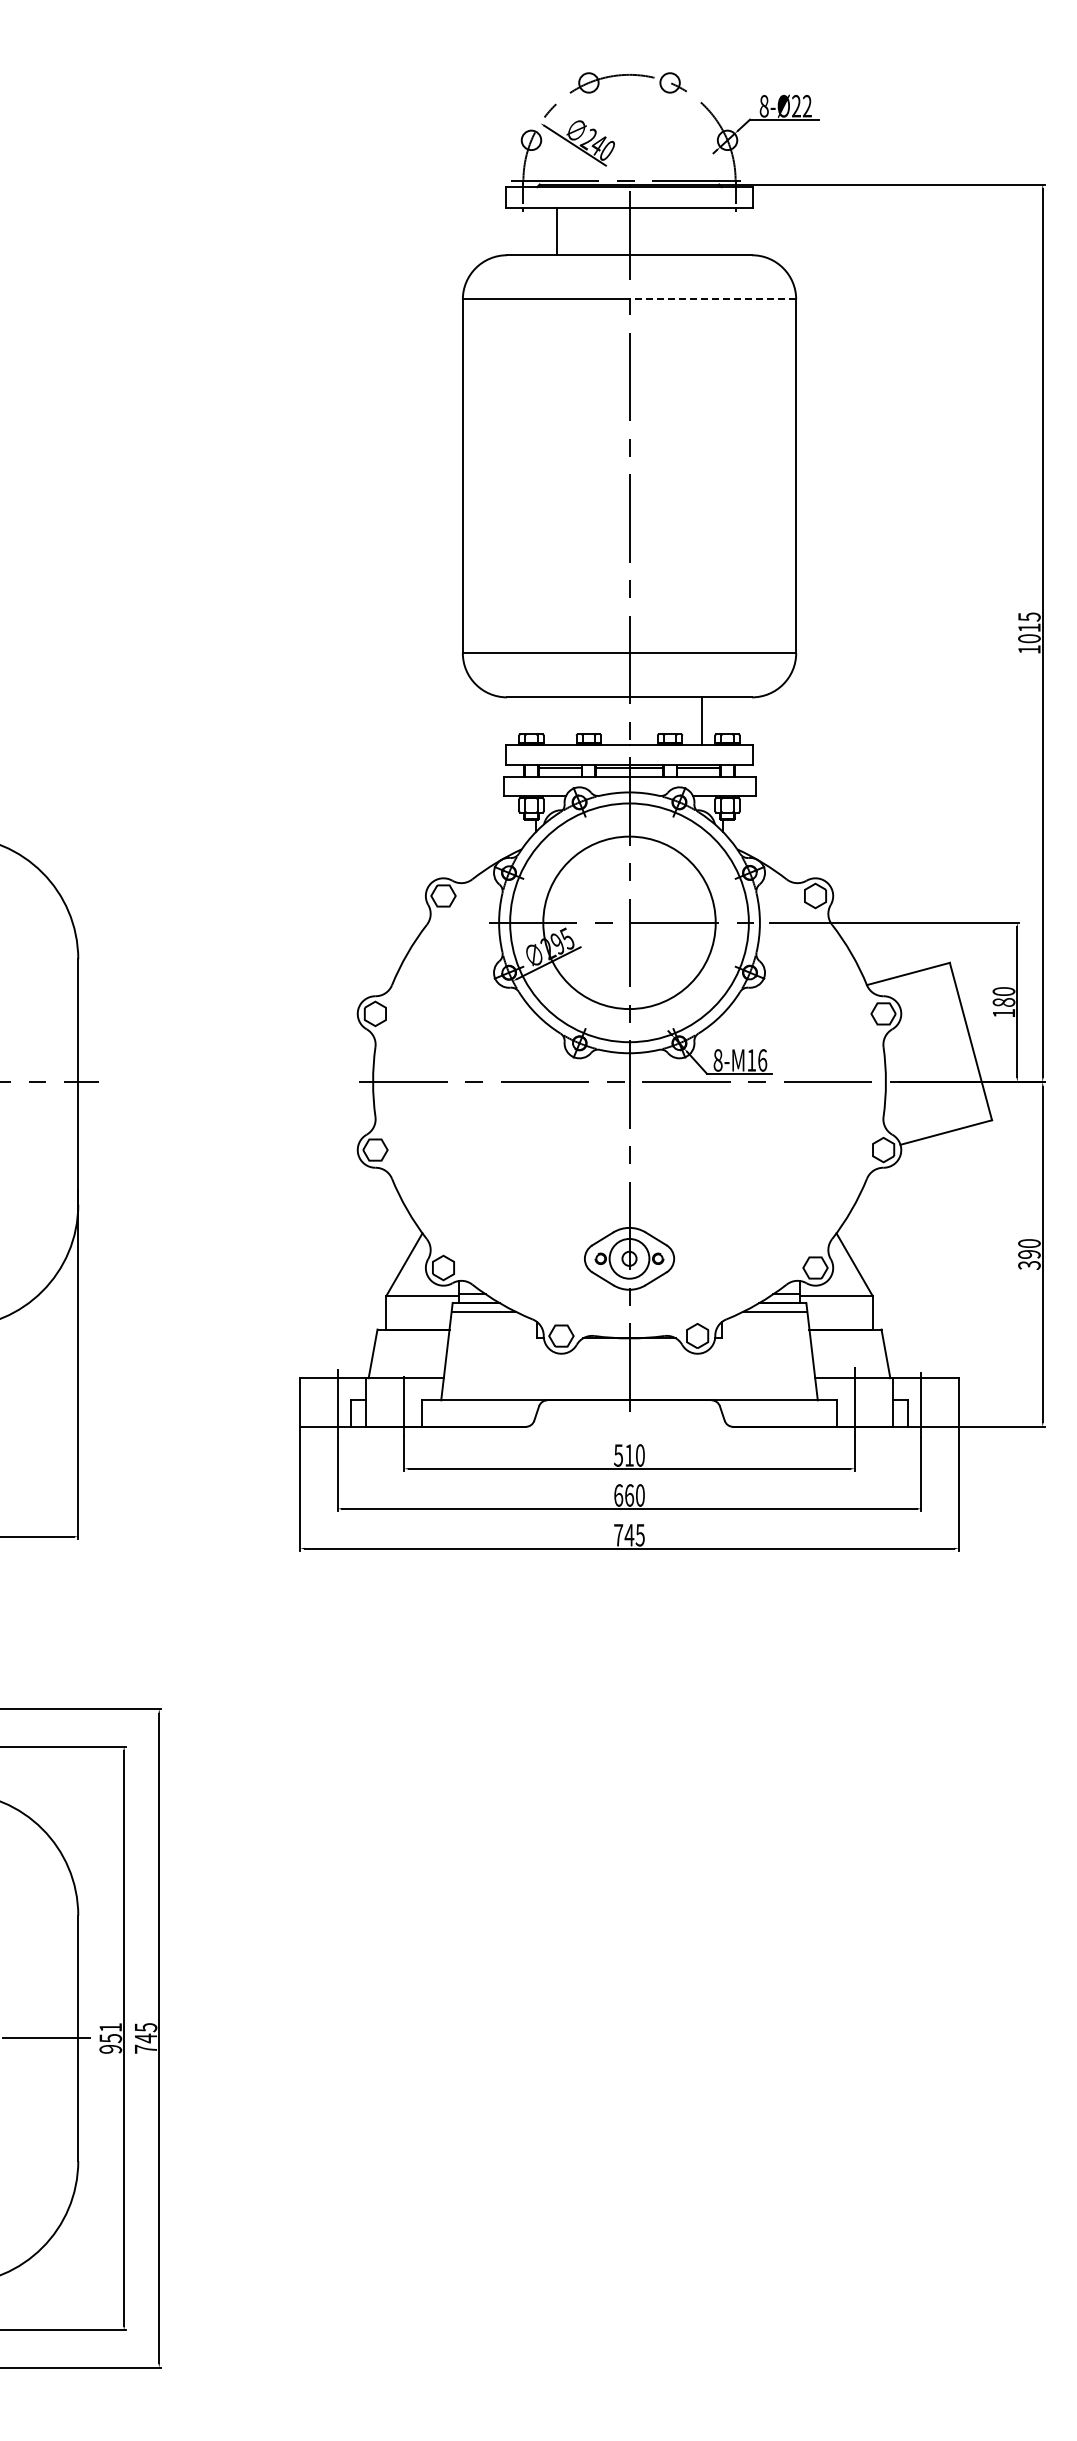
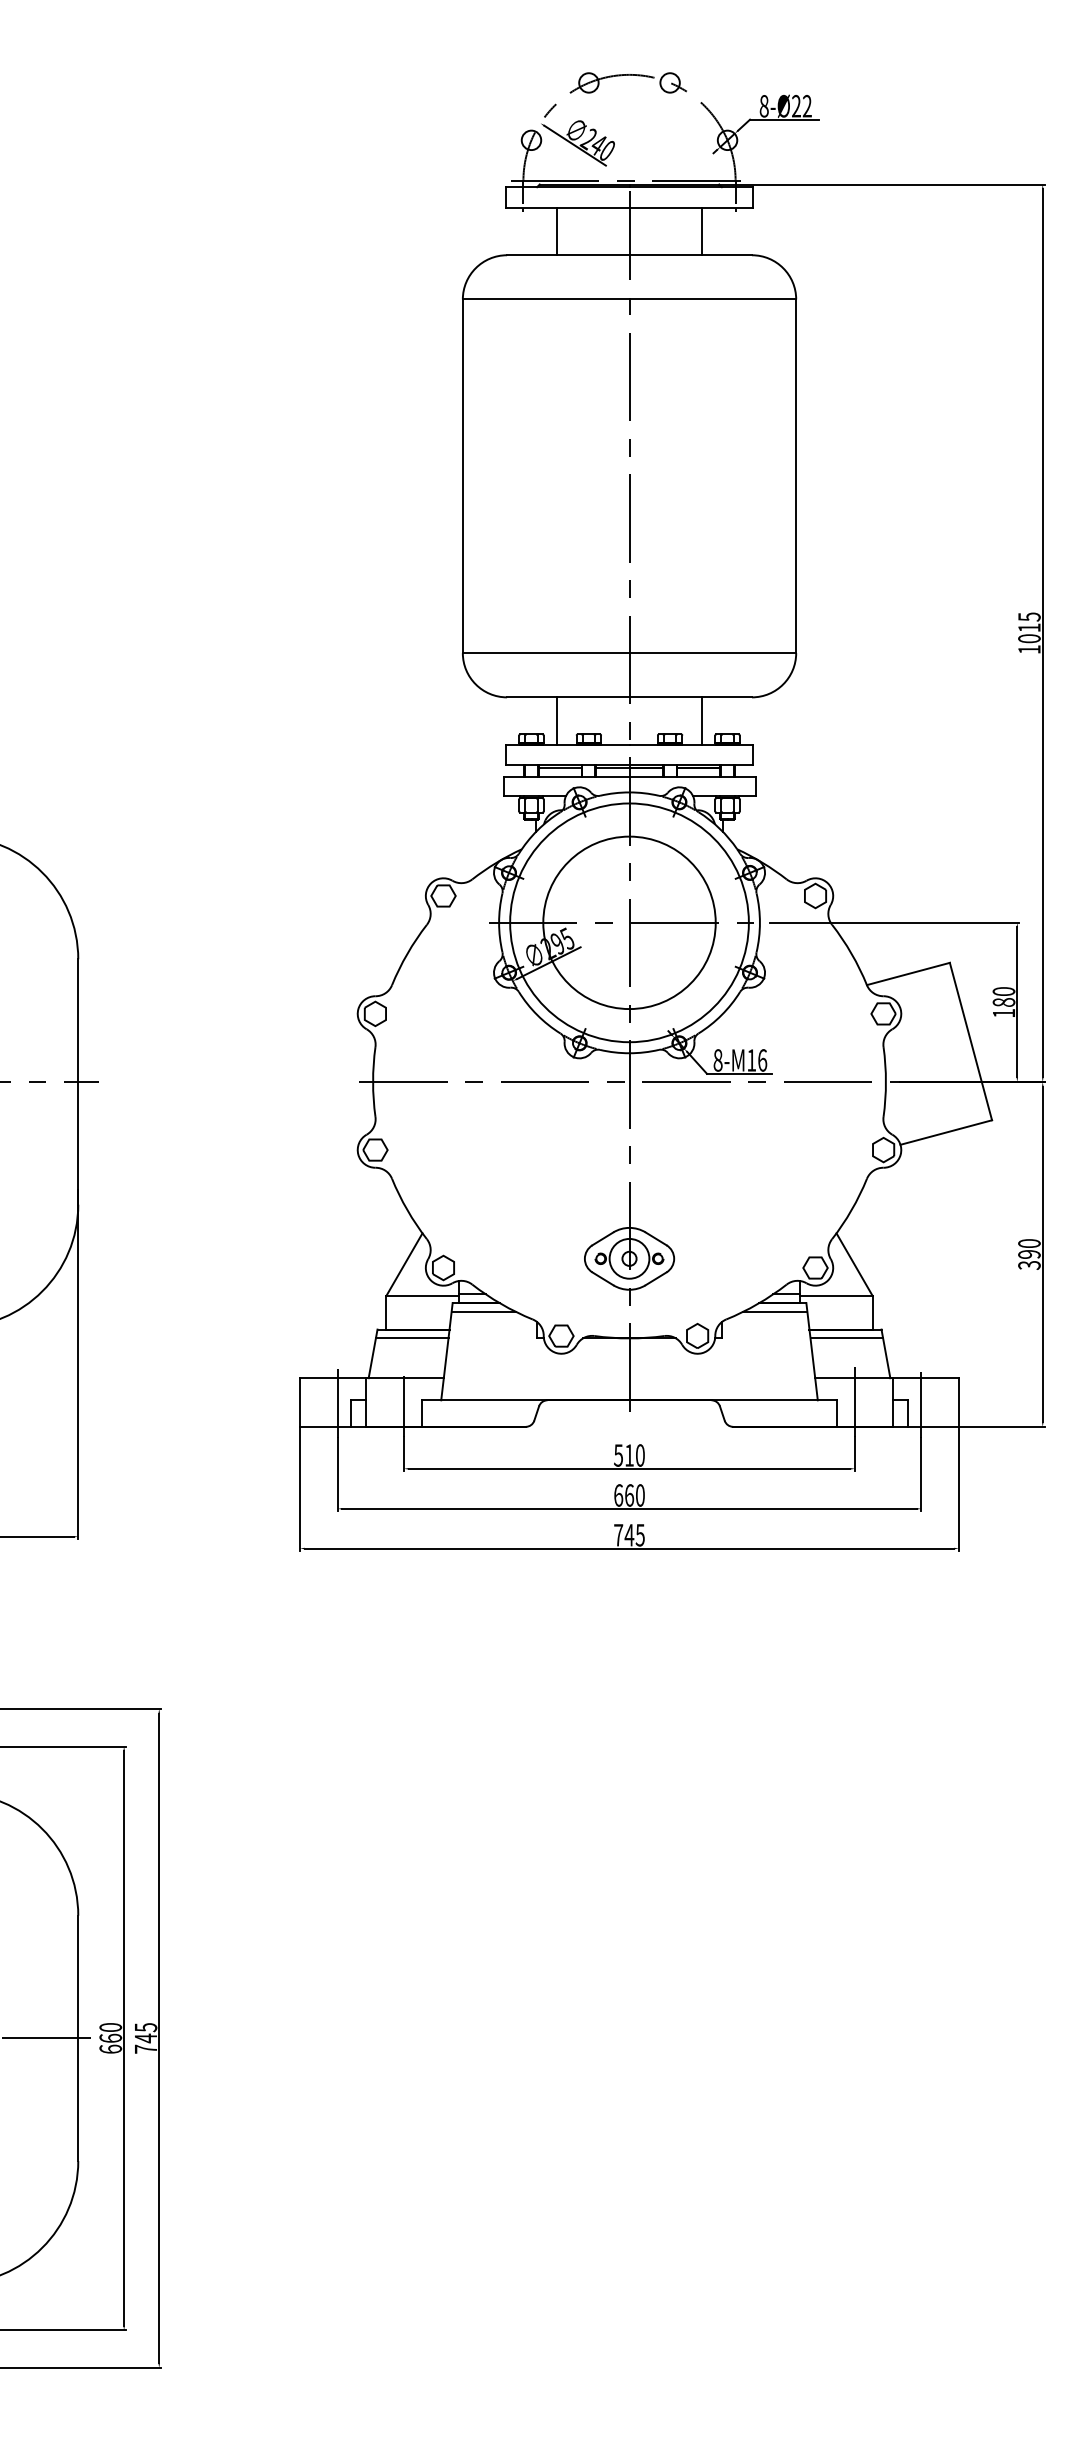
line at (702, 231): none -> present
line at (712, 299): dashed -> solid
line at (556, 721): none -> present
line at (411, 1338): none -> present
line at (846, 1338): none -> present
text at (110, 2038): 951 -> 660
